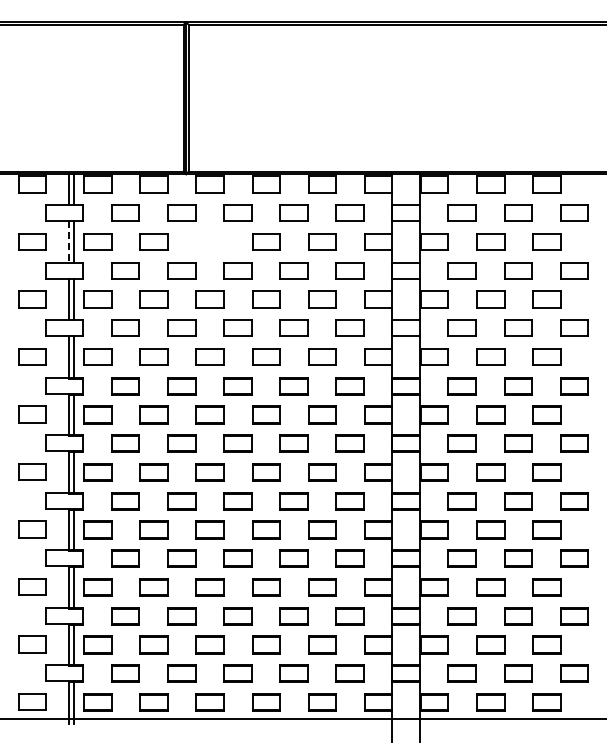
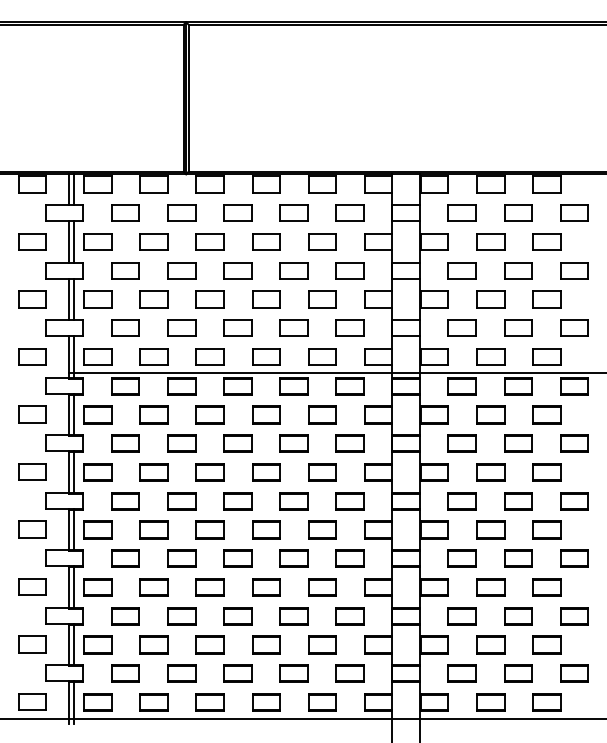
part at (209, 241): none -> present
line at (69, 242): dashed -> solid
line at (336, 372): none -> present
